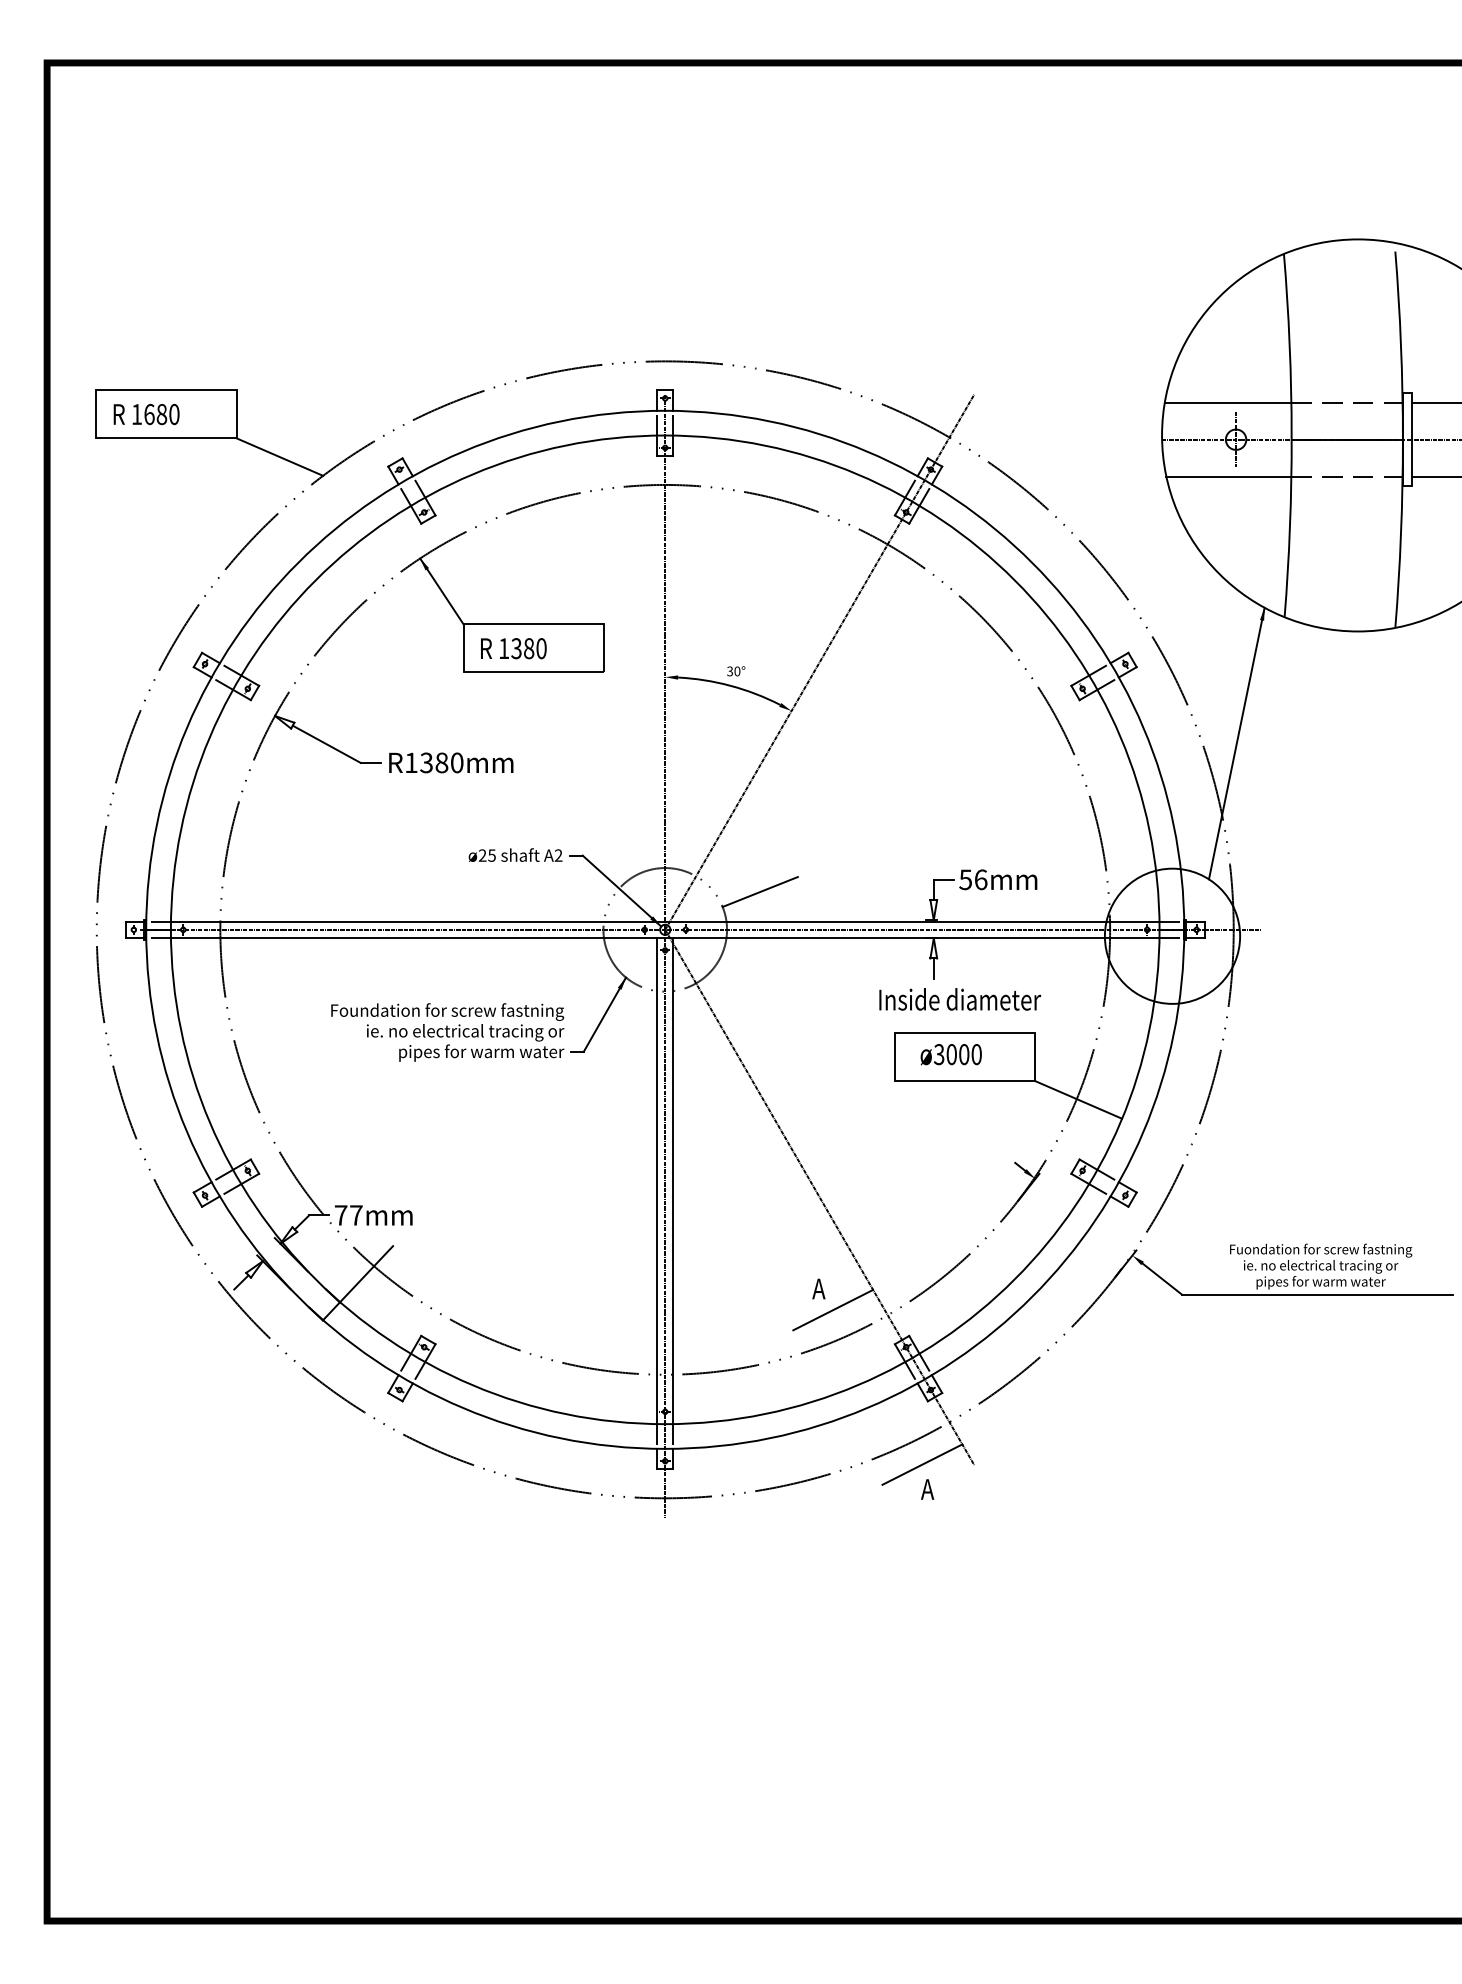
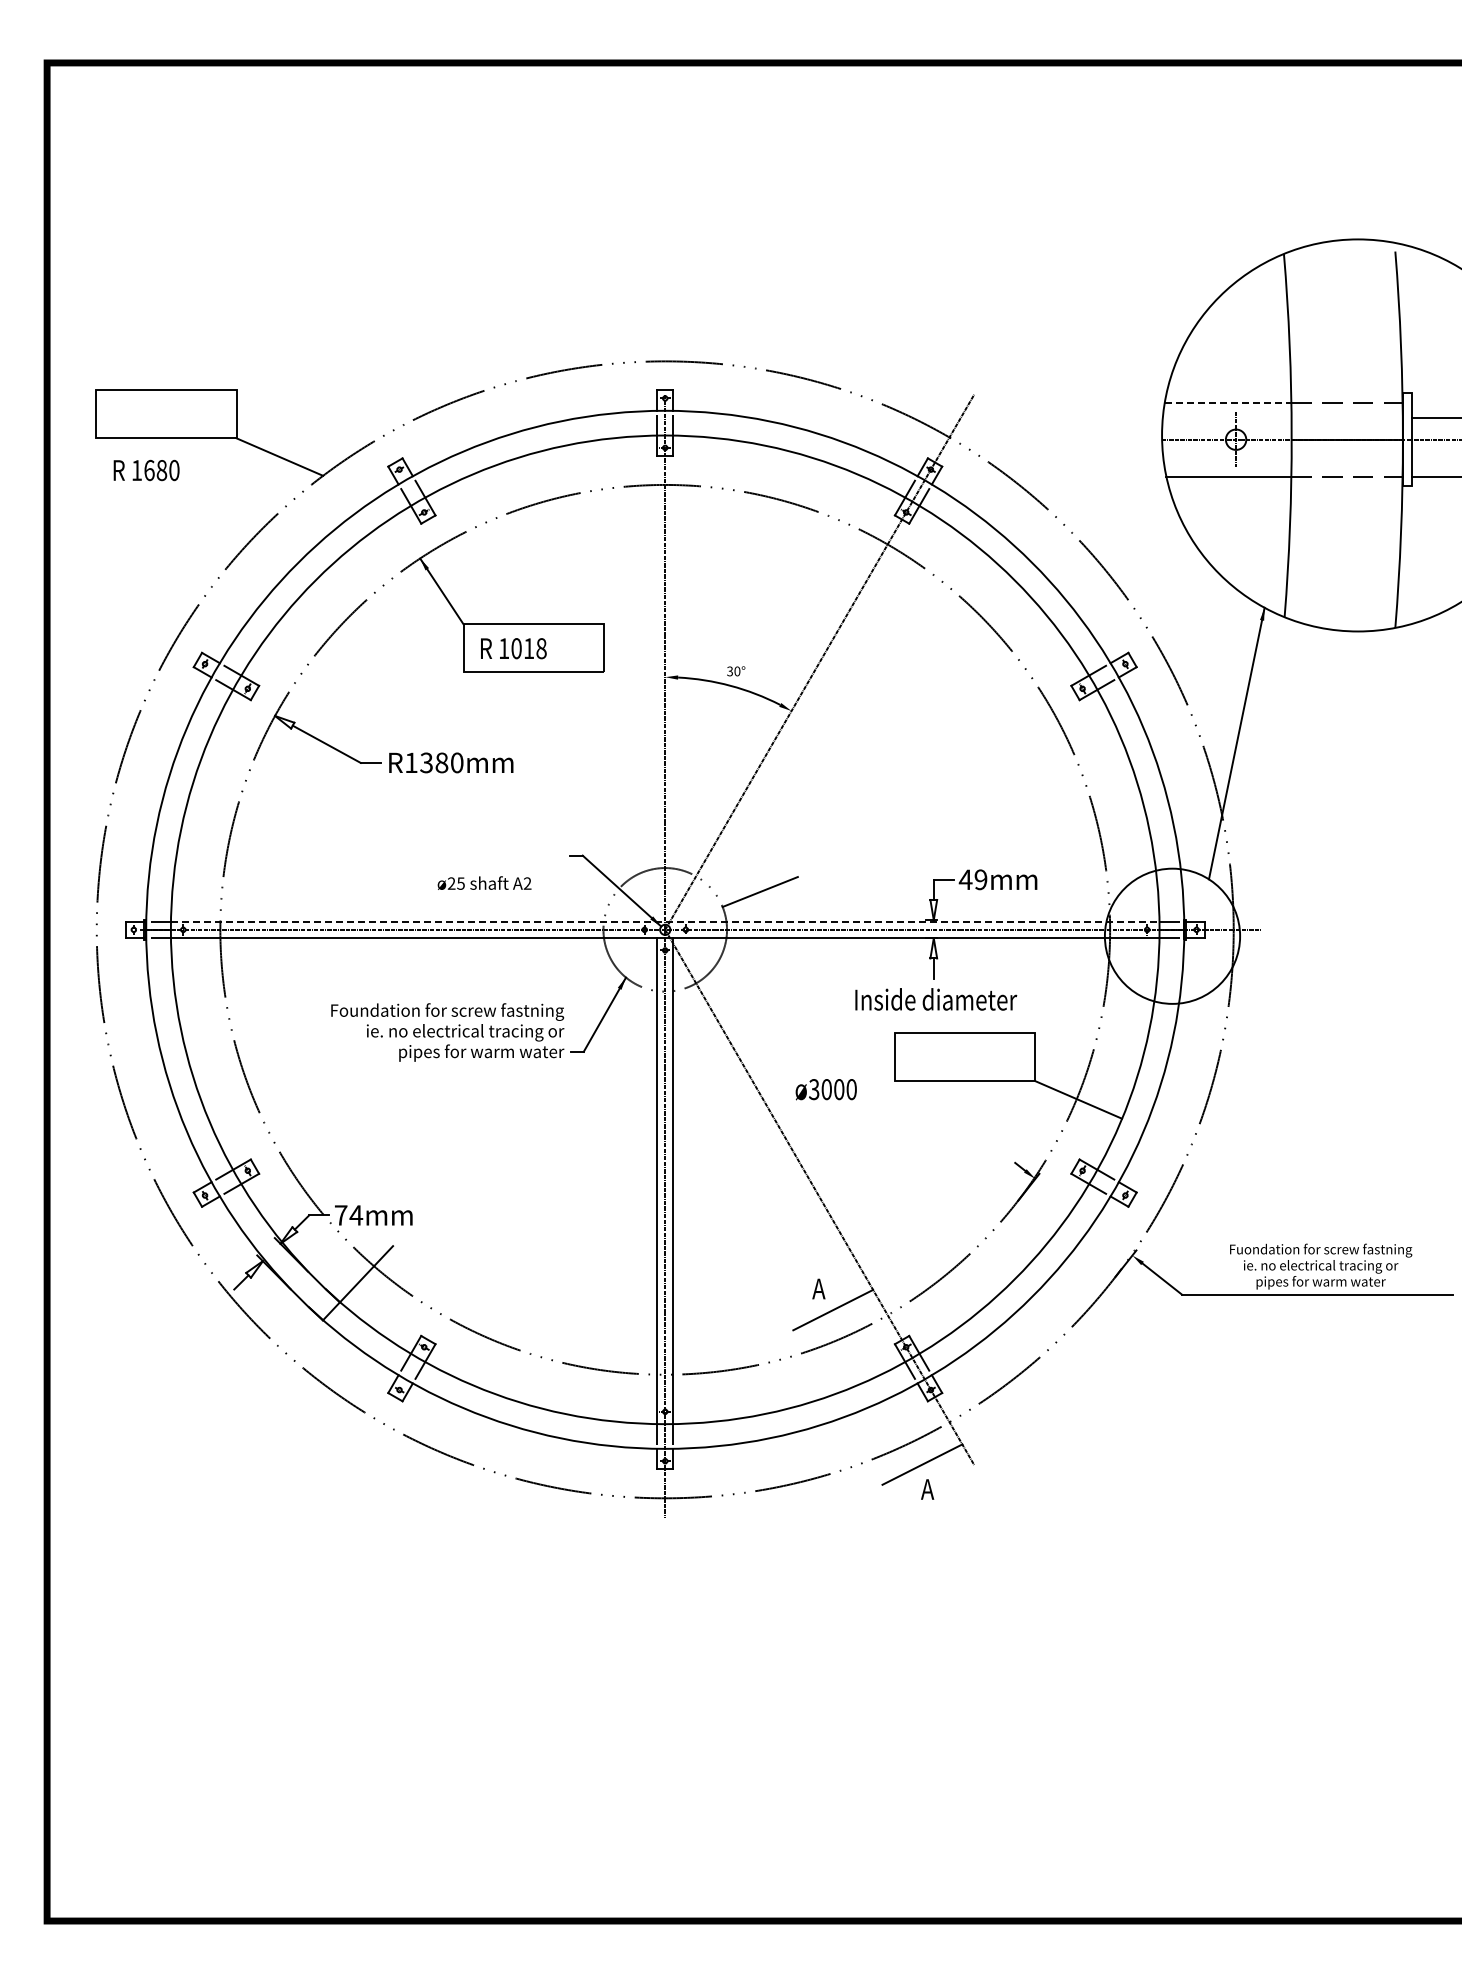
line at (1228, 402): solid -> dashed
line at (1435, 402) position: (1435, 402) -> (1435, 417)
text at (146, 414) position: (146, 414) -> (146, 470)
text at (528, 648): 1380 -> 1018
text at (515, 854) position: (515, 854) -> (484, 882)
text at (972, 879): 56mm -> 49mm
line at (665, 921): solid -> dashed
text at (960, 999) position: (960, 999) -> (936, 999)
text at (950, 1054) position: (950, 1054) -> (825, 1089)
text at (356, 1215): 77mm -> 74mm
